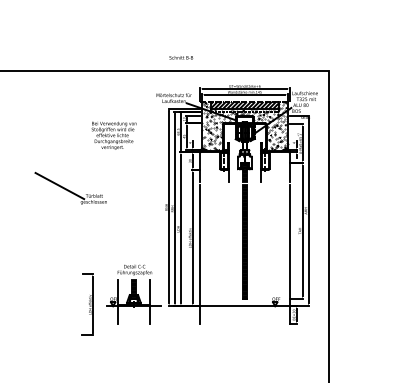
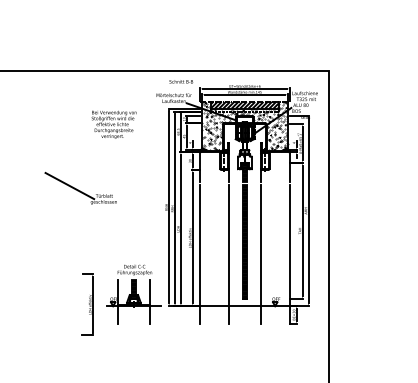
text at (181, 57) position: (181, 57) -> (181, 81)
text at (113, 135) position: (113, 135) -> (113, 124)
part at (70, 187) position: (70, 187) -> (80, 187)
line at (228, 253): none -> present
line at (260, 253): none -> present
